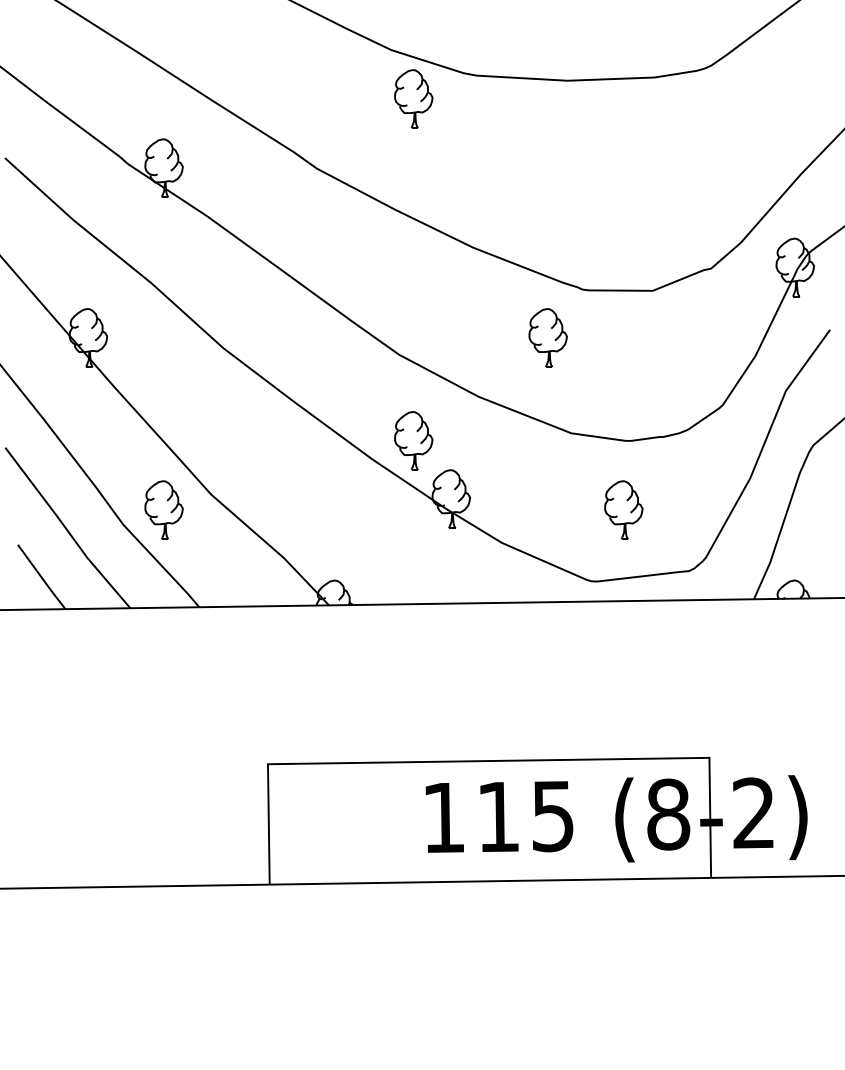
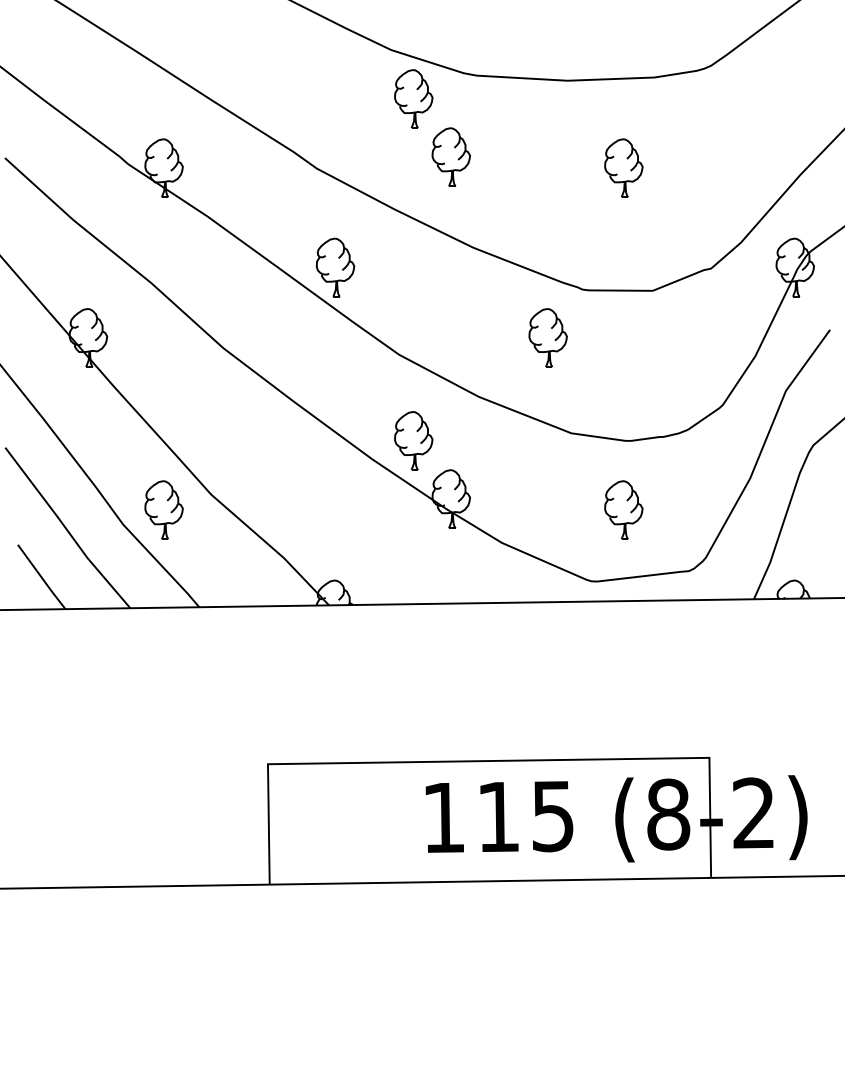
part at (450, 156): none -> present
part at (623, 167): none -> present
part at (335, 267): none -> present
